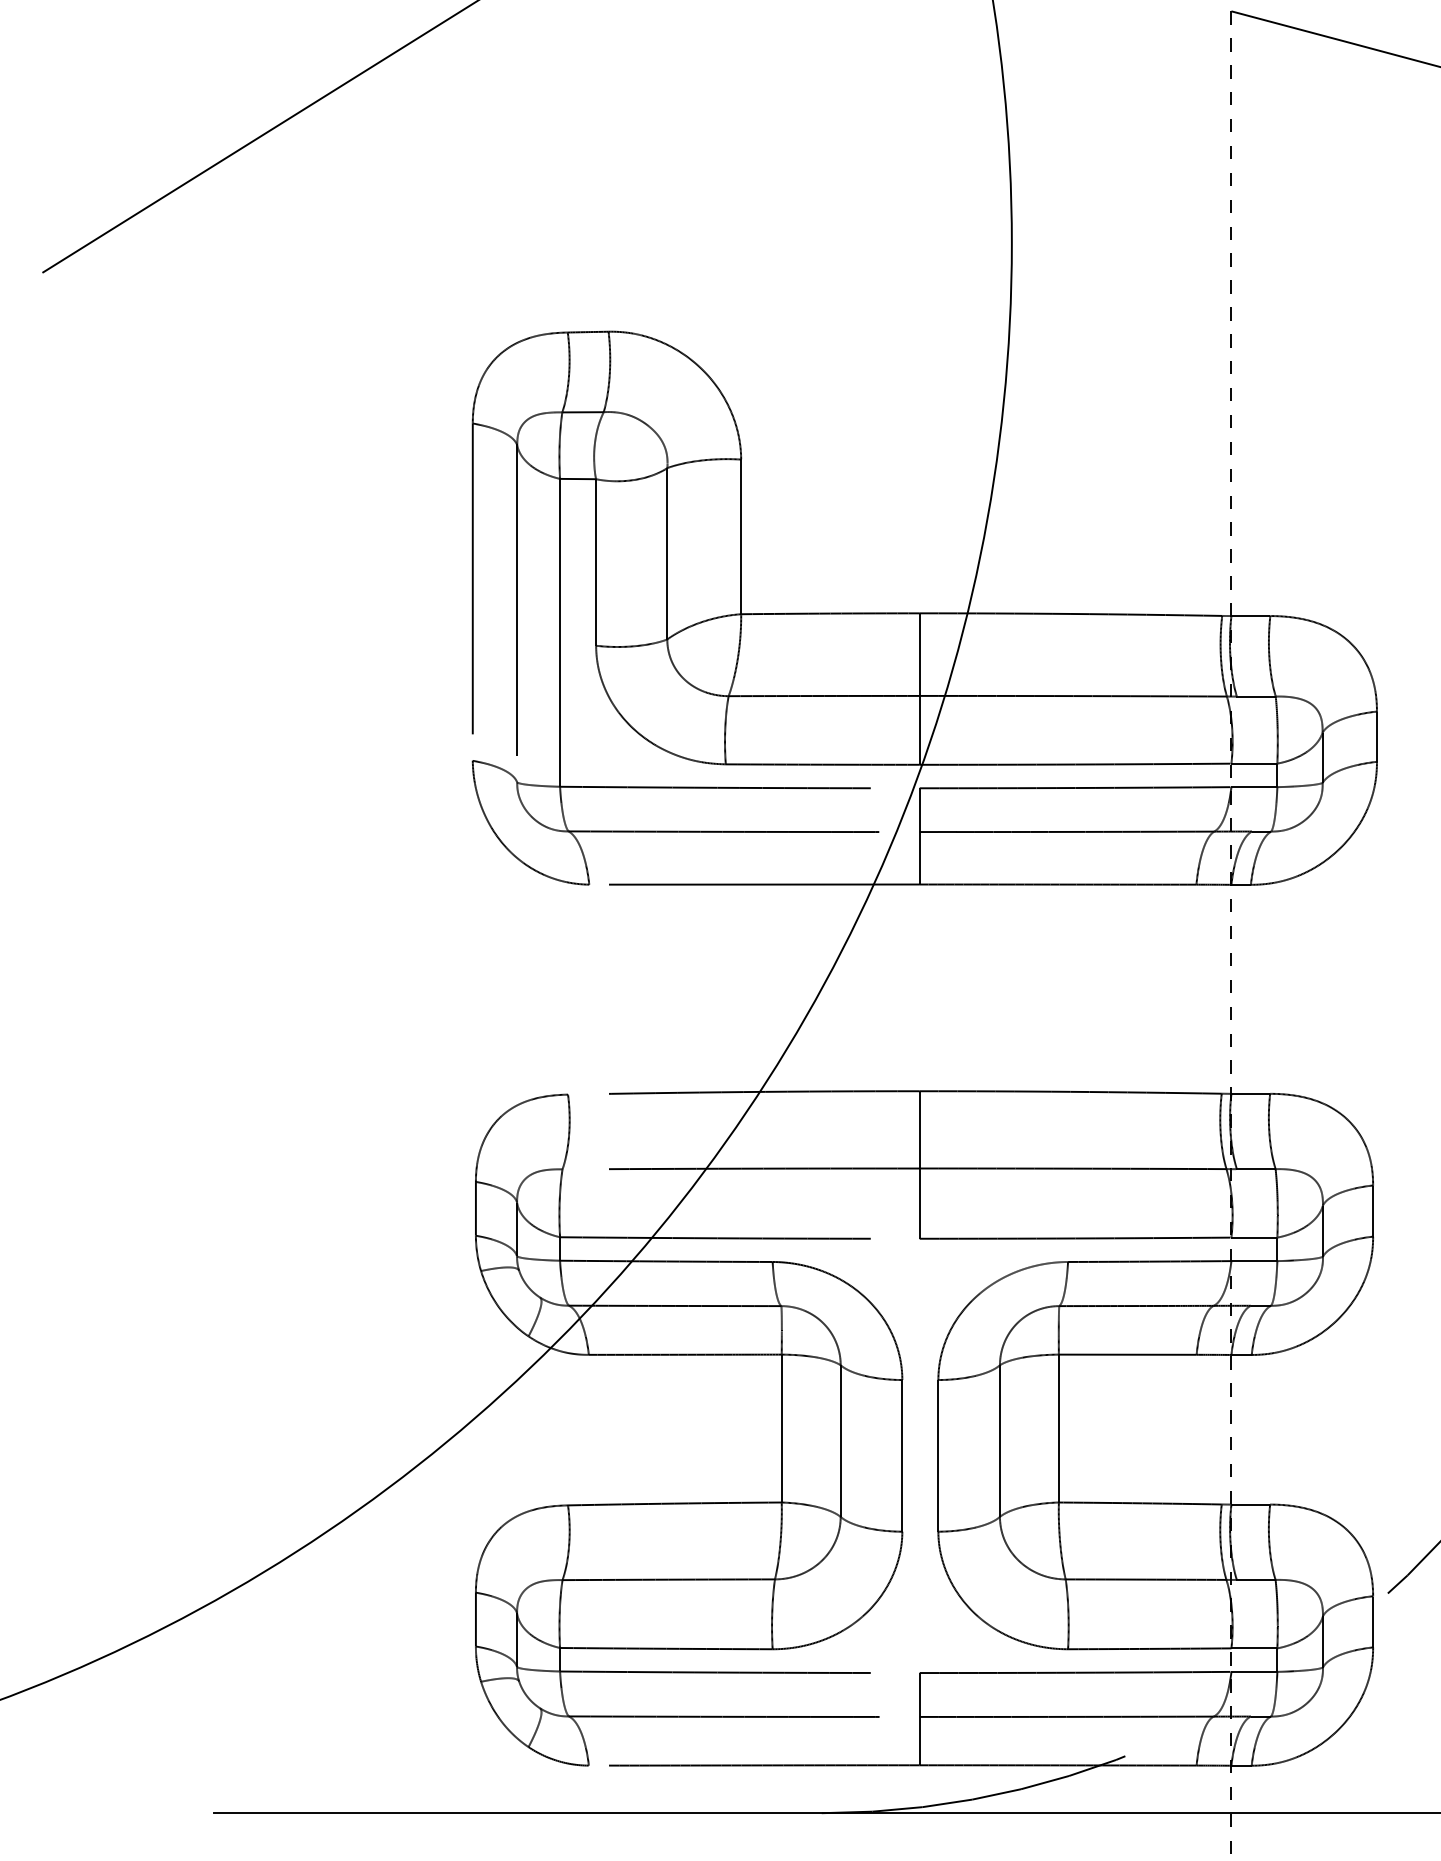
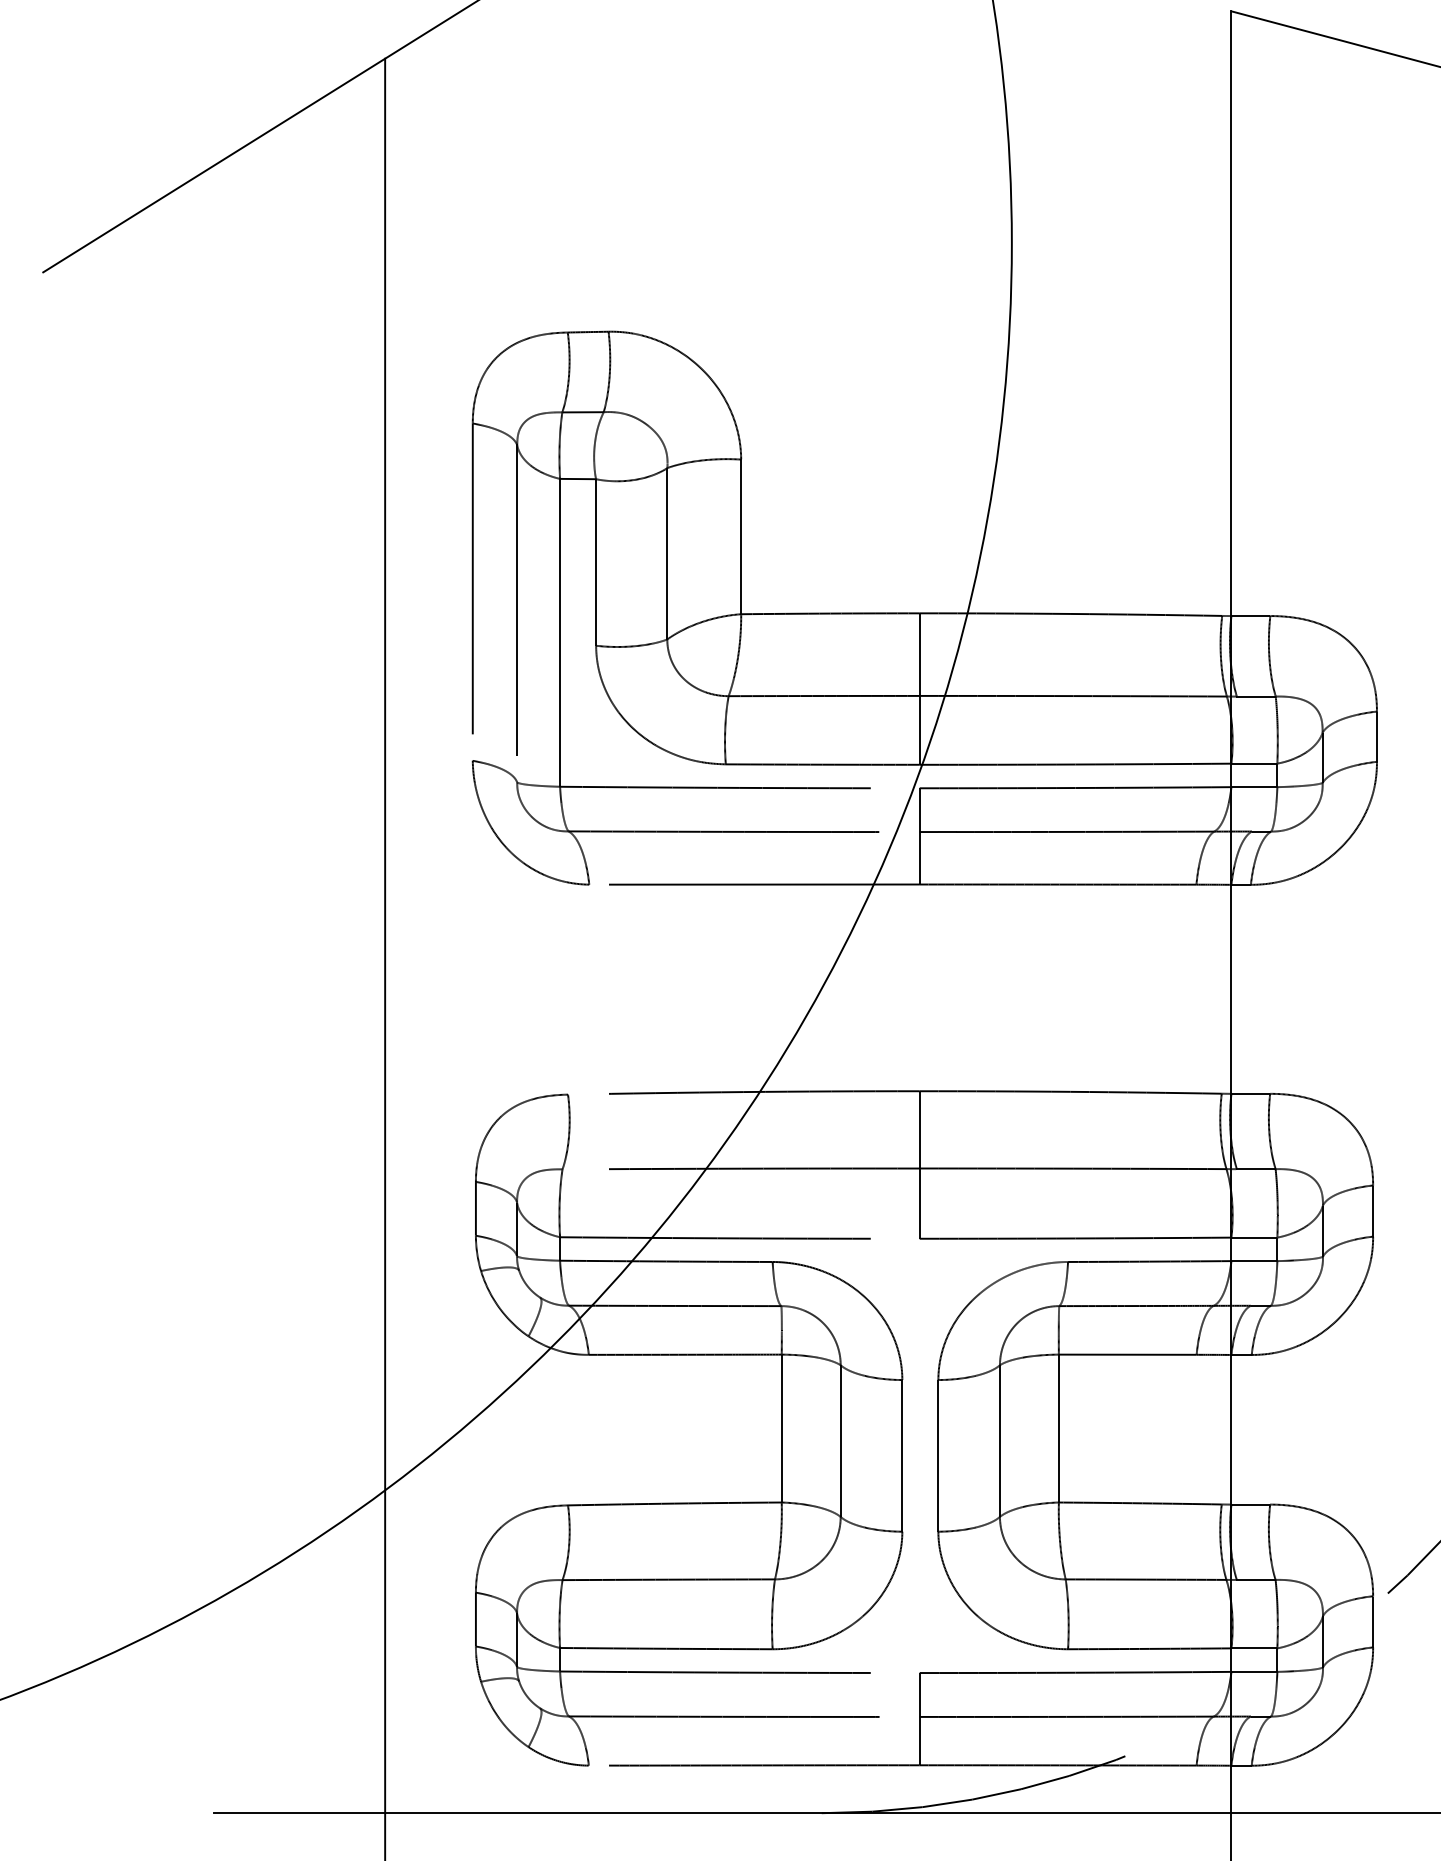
line at (1231, 936): dashed -> solid
line at (385, 957): none -> present
